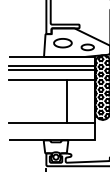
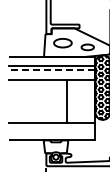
line at (51, 70): solid -> dashed
